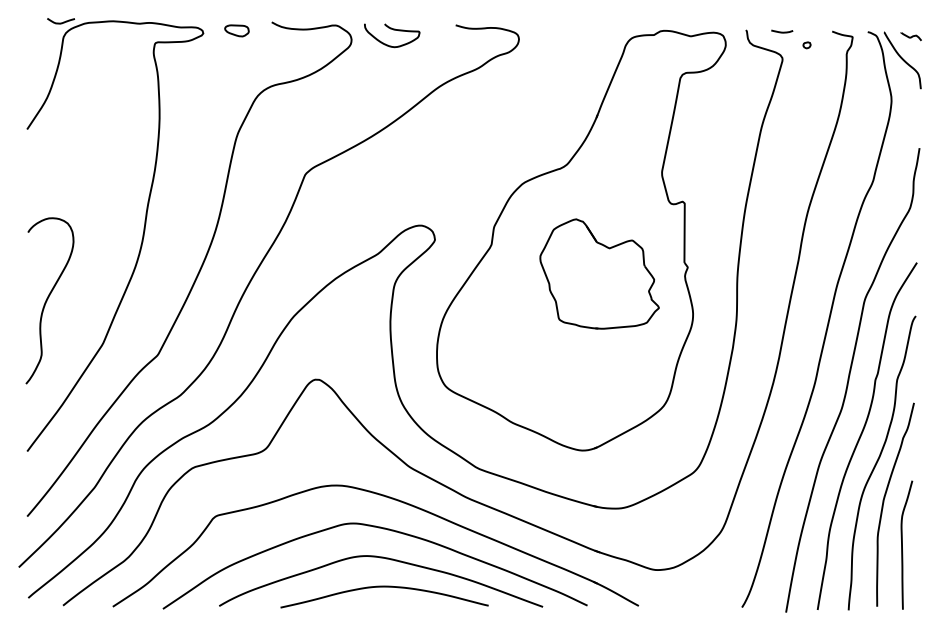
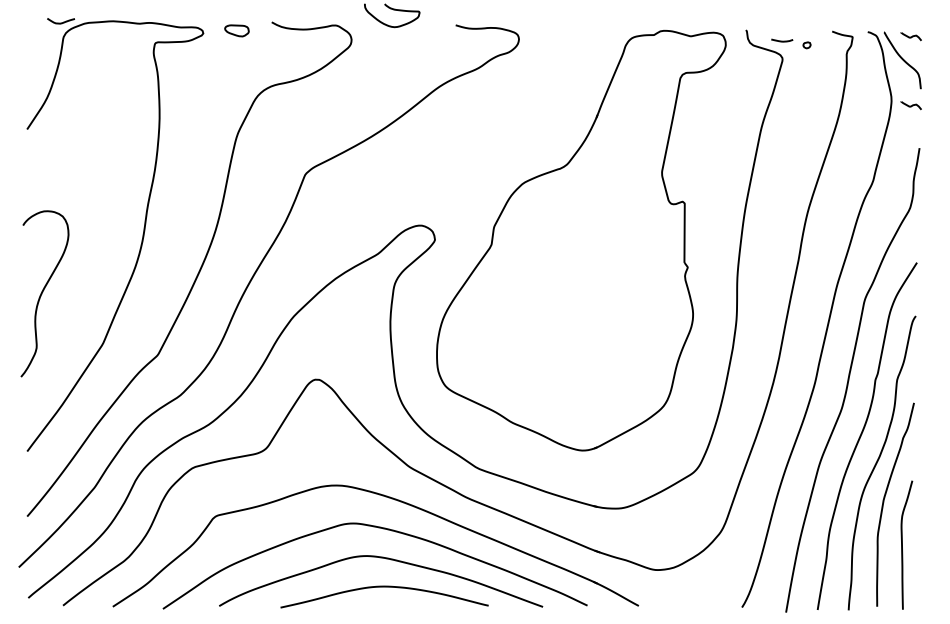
curve at (393, 30) position: (393, 30) -> (393, 10)
curve at (782, 31) position: (782, 31) -> (782, 40)
curve at (910, 105): none -> present
part at (599, 273): present -> none
curve at (48, 299) position: (48, 299) -> (43, 292)
